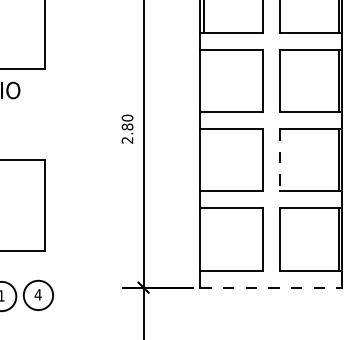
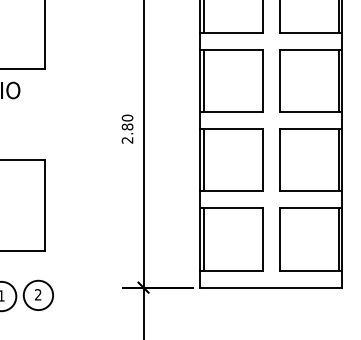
line at (203, 81): none -> present
line at (203, 160): none -> present
line at (279, 160): dashed -> solid
line at (203, 239): none -> present
line at (271, 287): dashed -> solid
text at (37, 294): 4 -> 2
